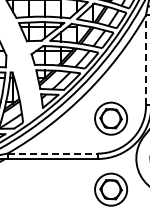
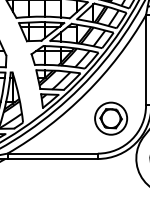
line at (146, 59): dashed -> solid
line at (53, 153): dashed -> solid
part at (111, 189): present -> none
